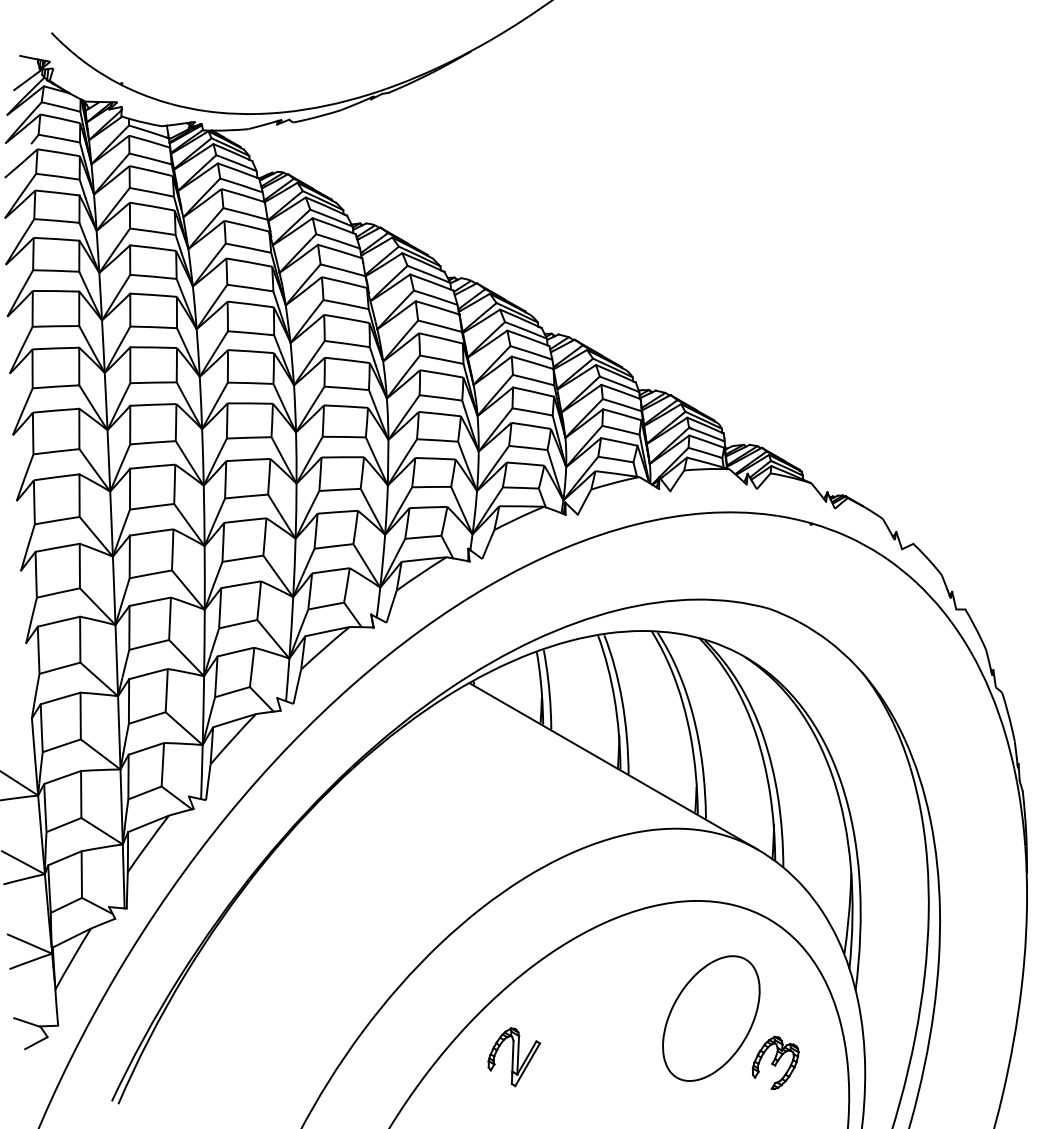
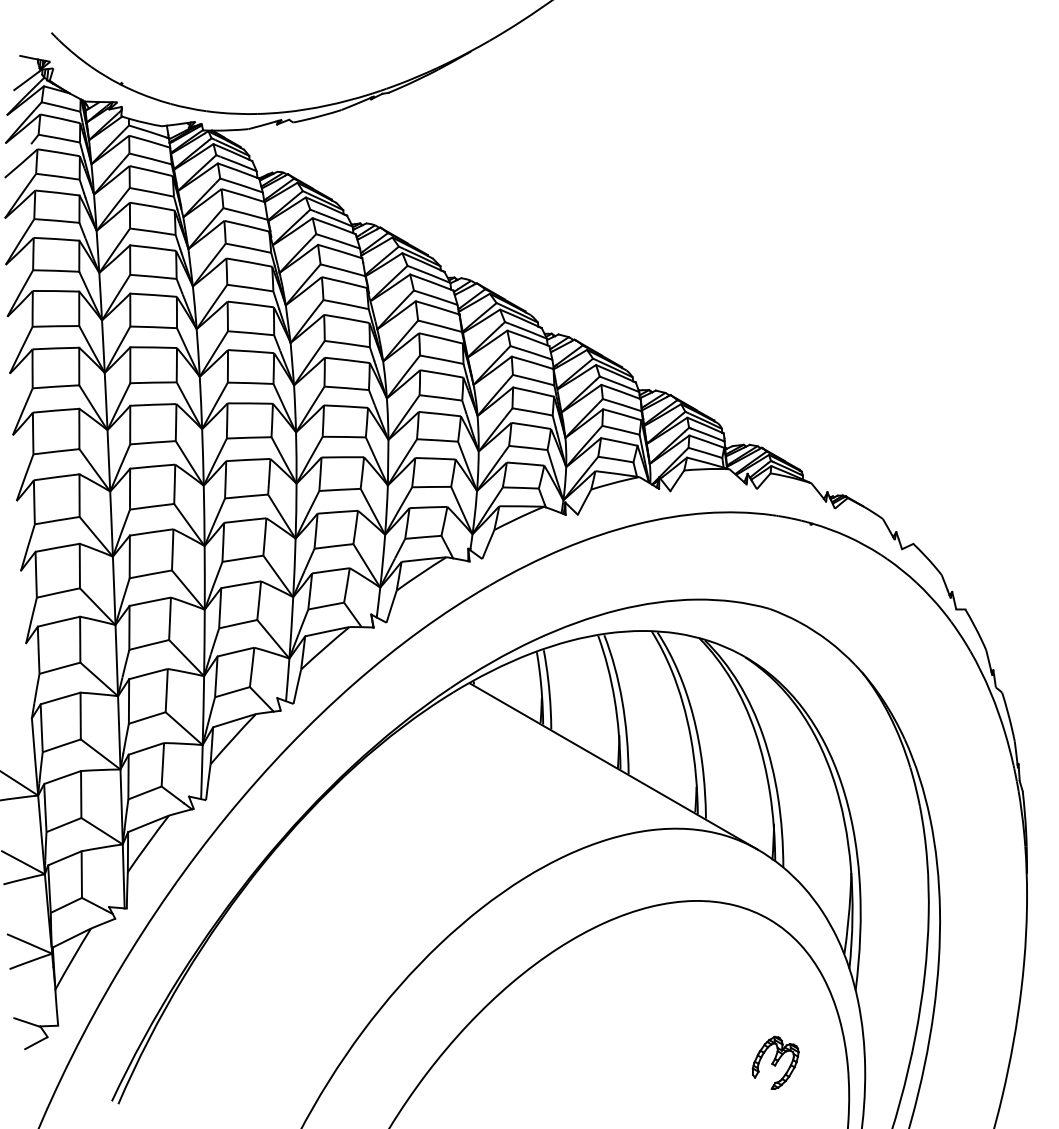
part at (711, 1018): present -> none
part at (514, 1057): present -> none
